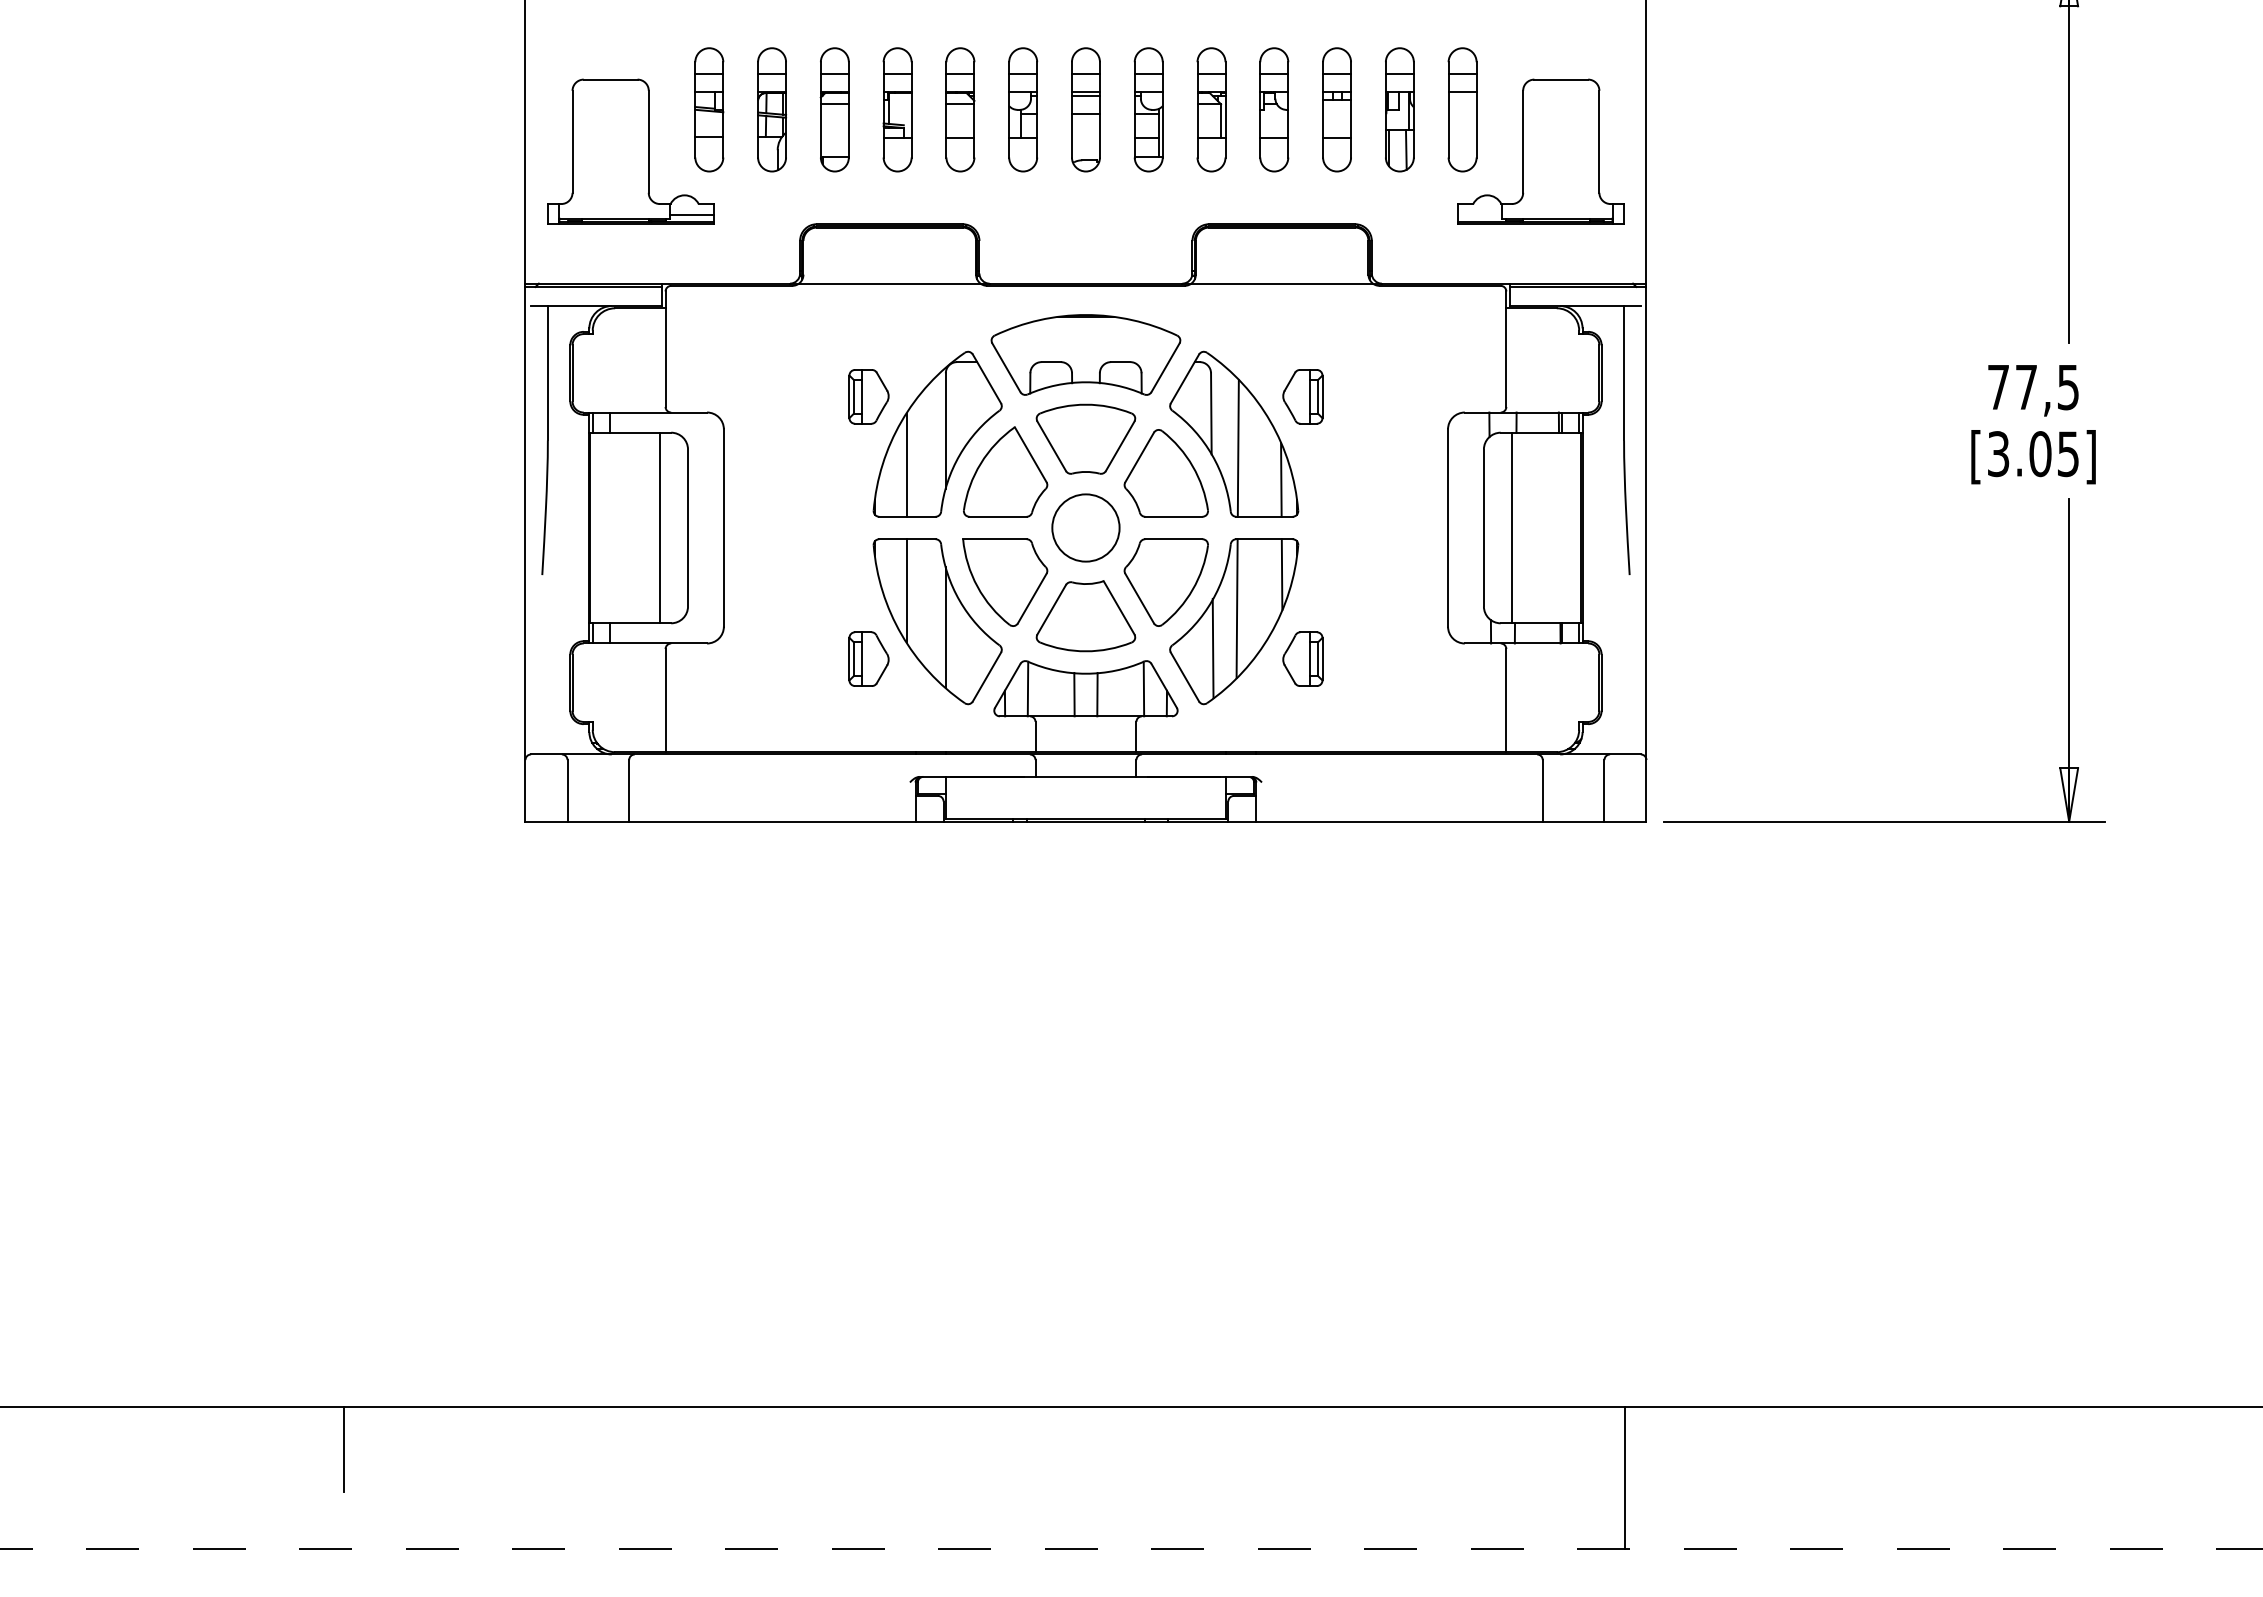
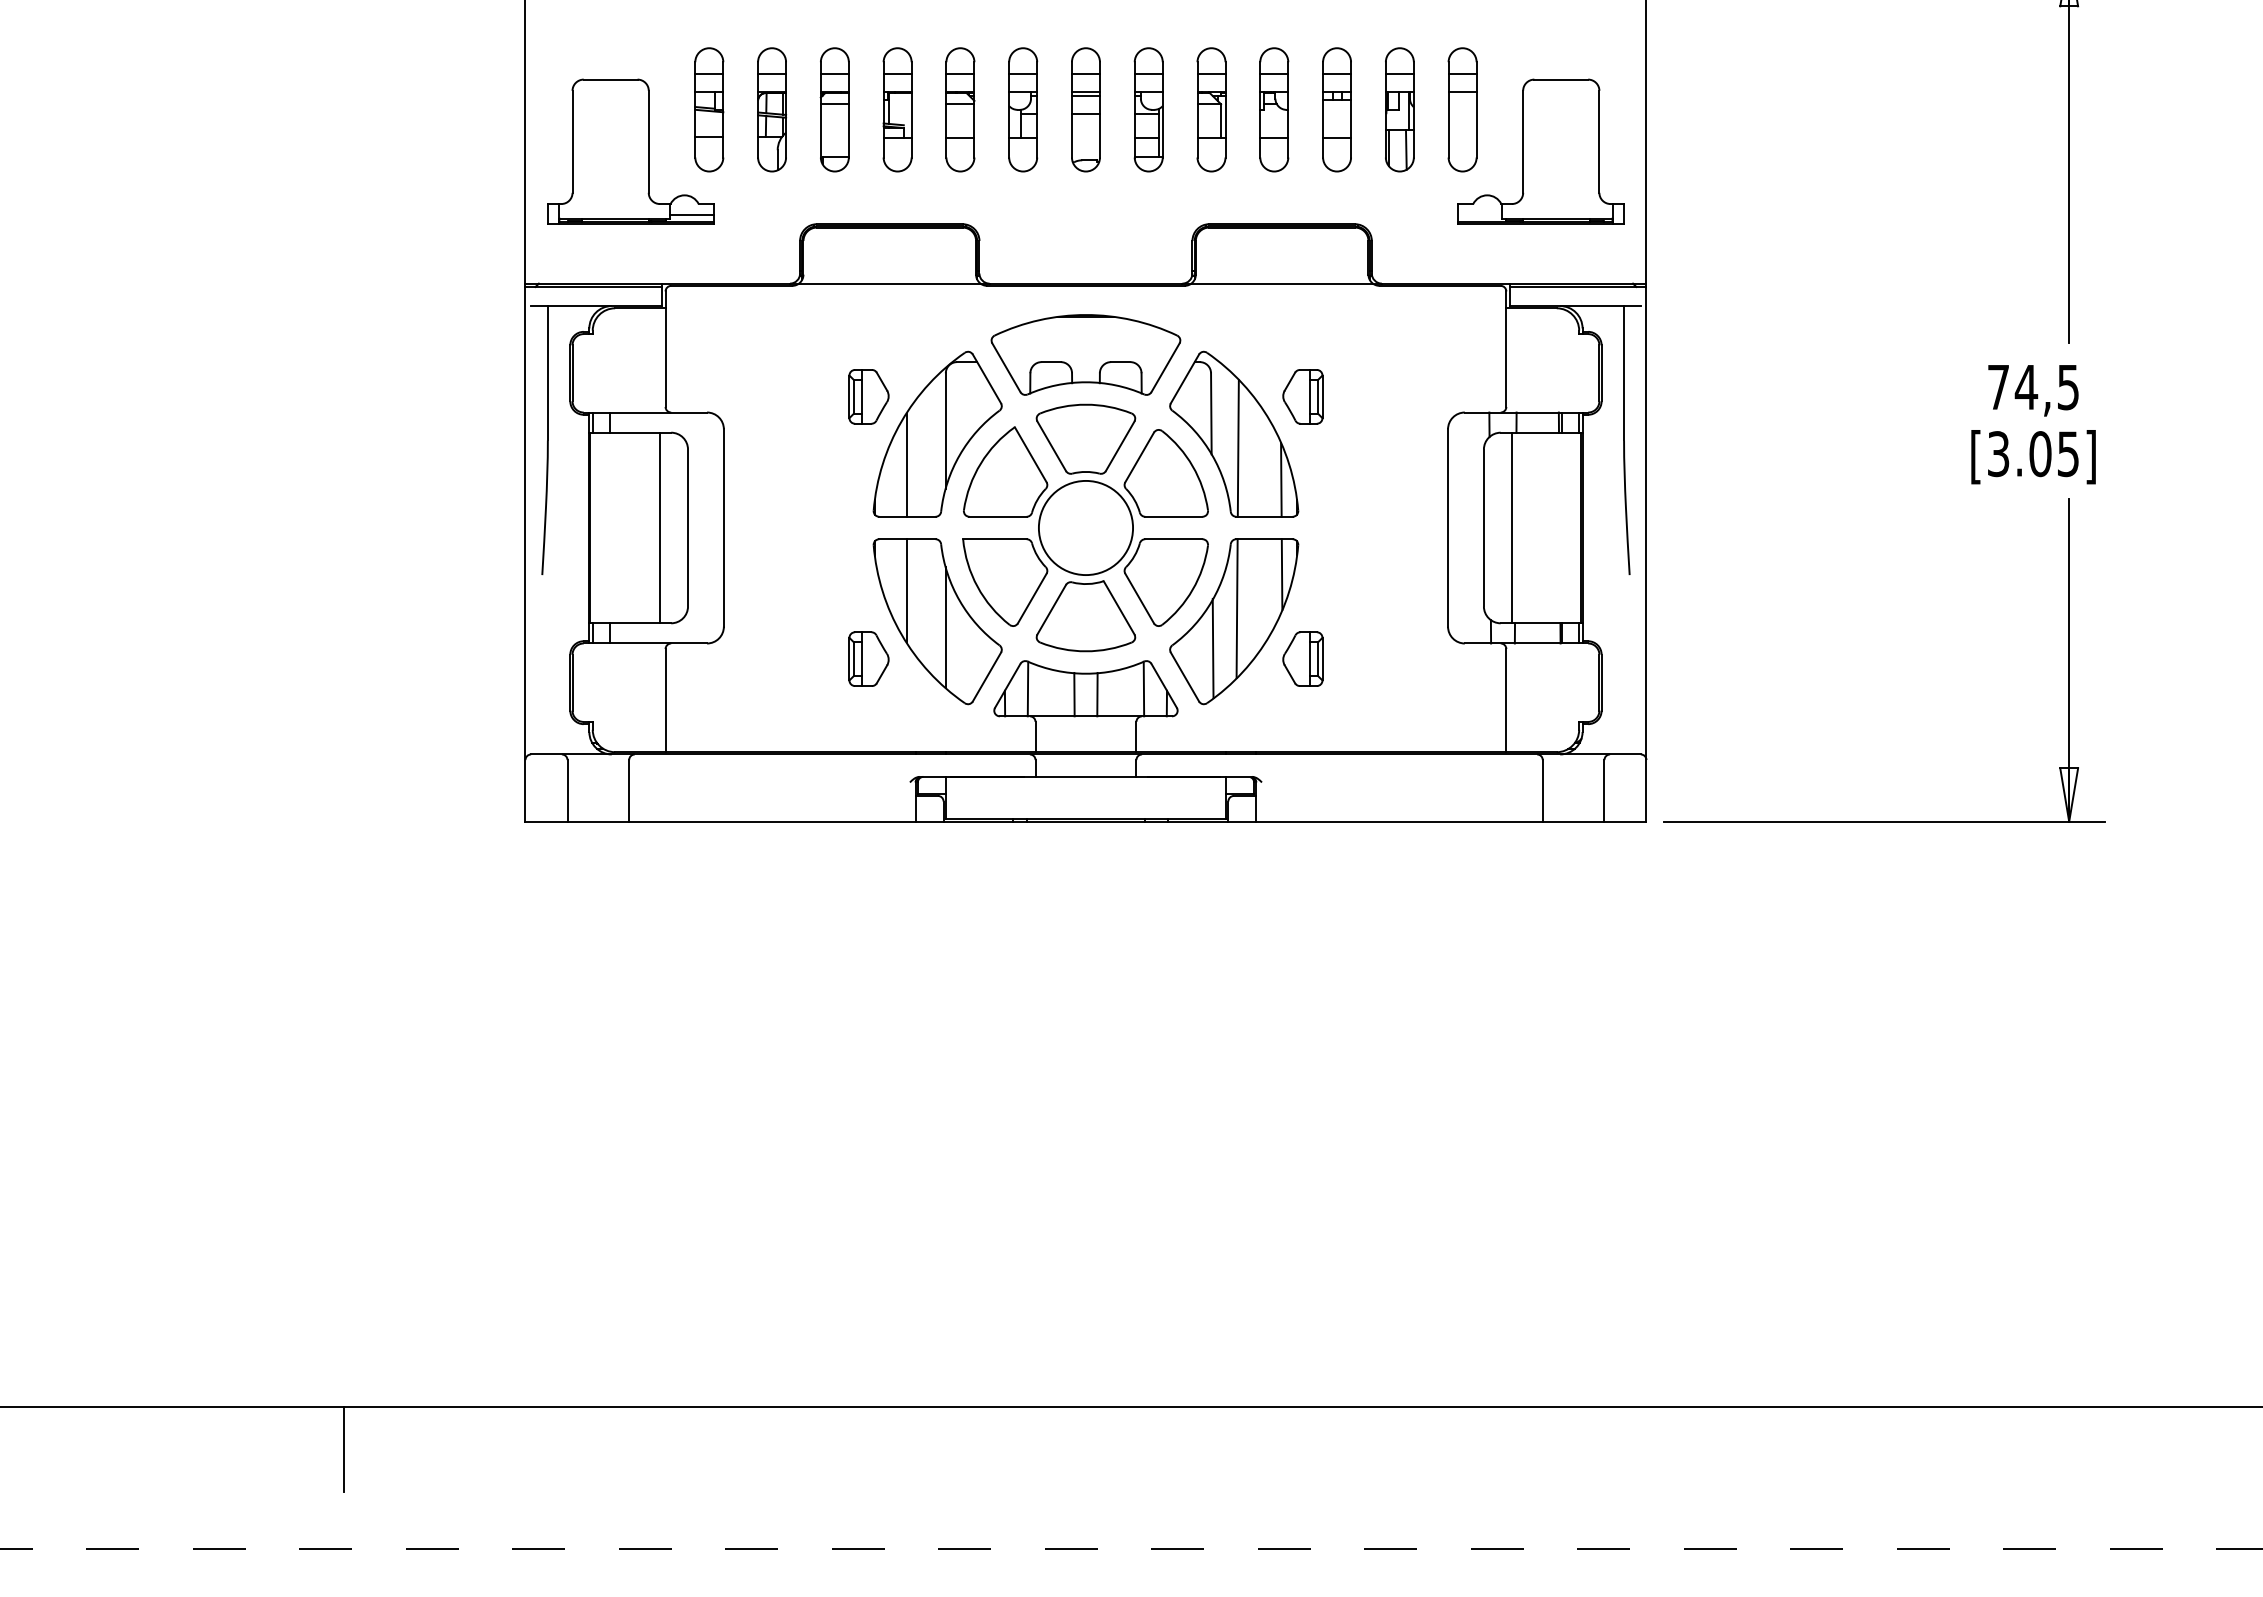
text at (2026, 387): 77,5 -> 74,5
circle at (1085, 527) diameter: 67 px -> 94 px
line at (1625, 1477): present -> none
